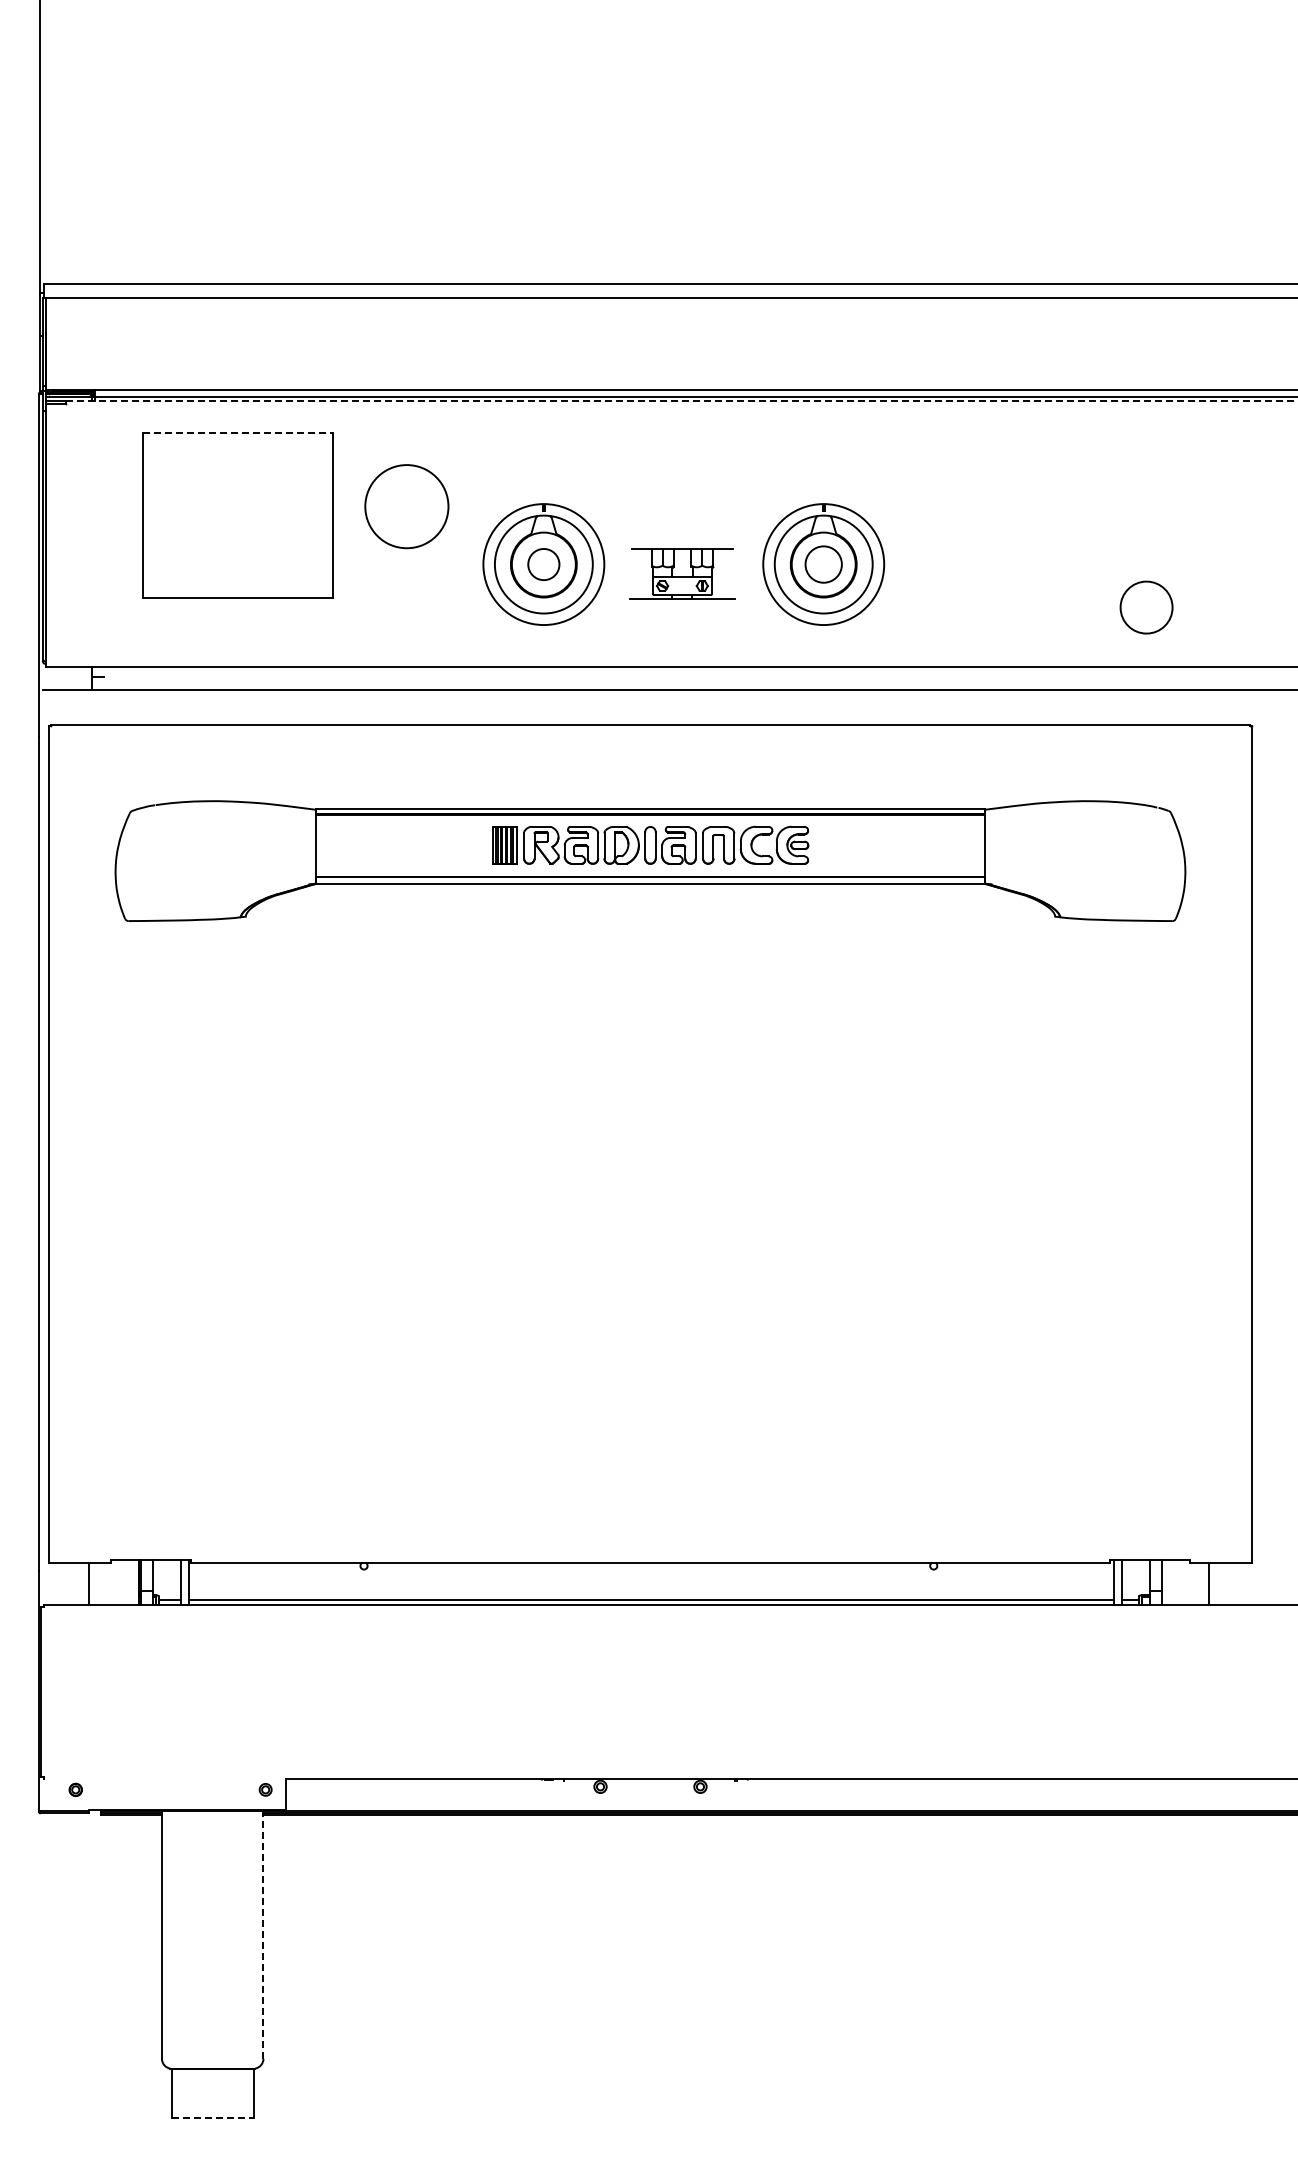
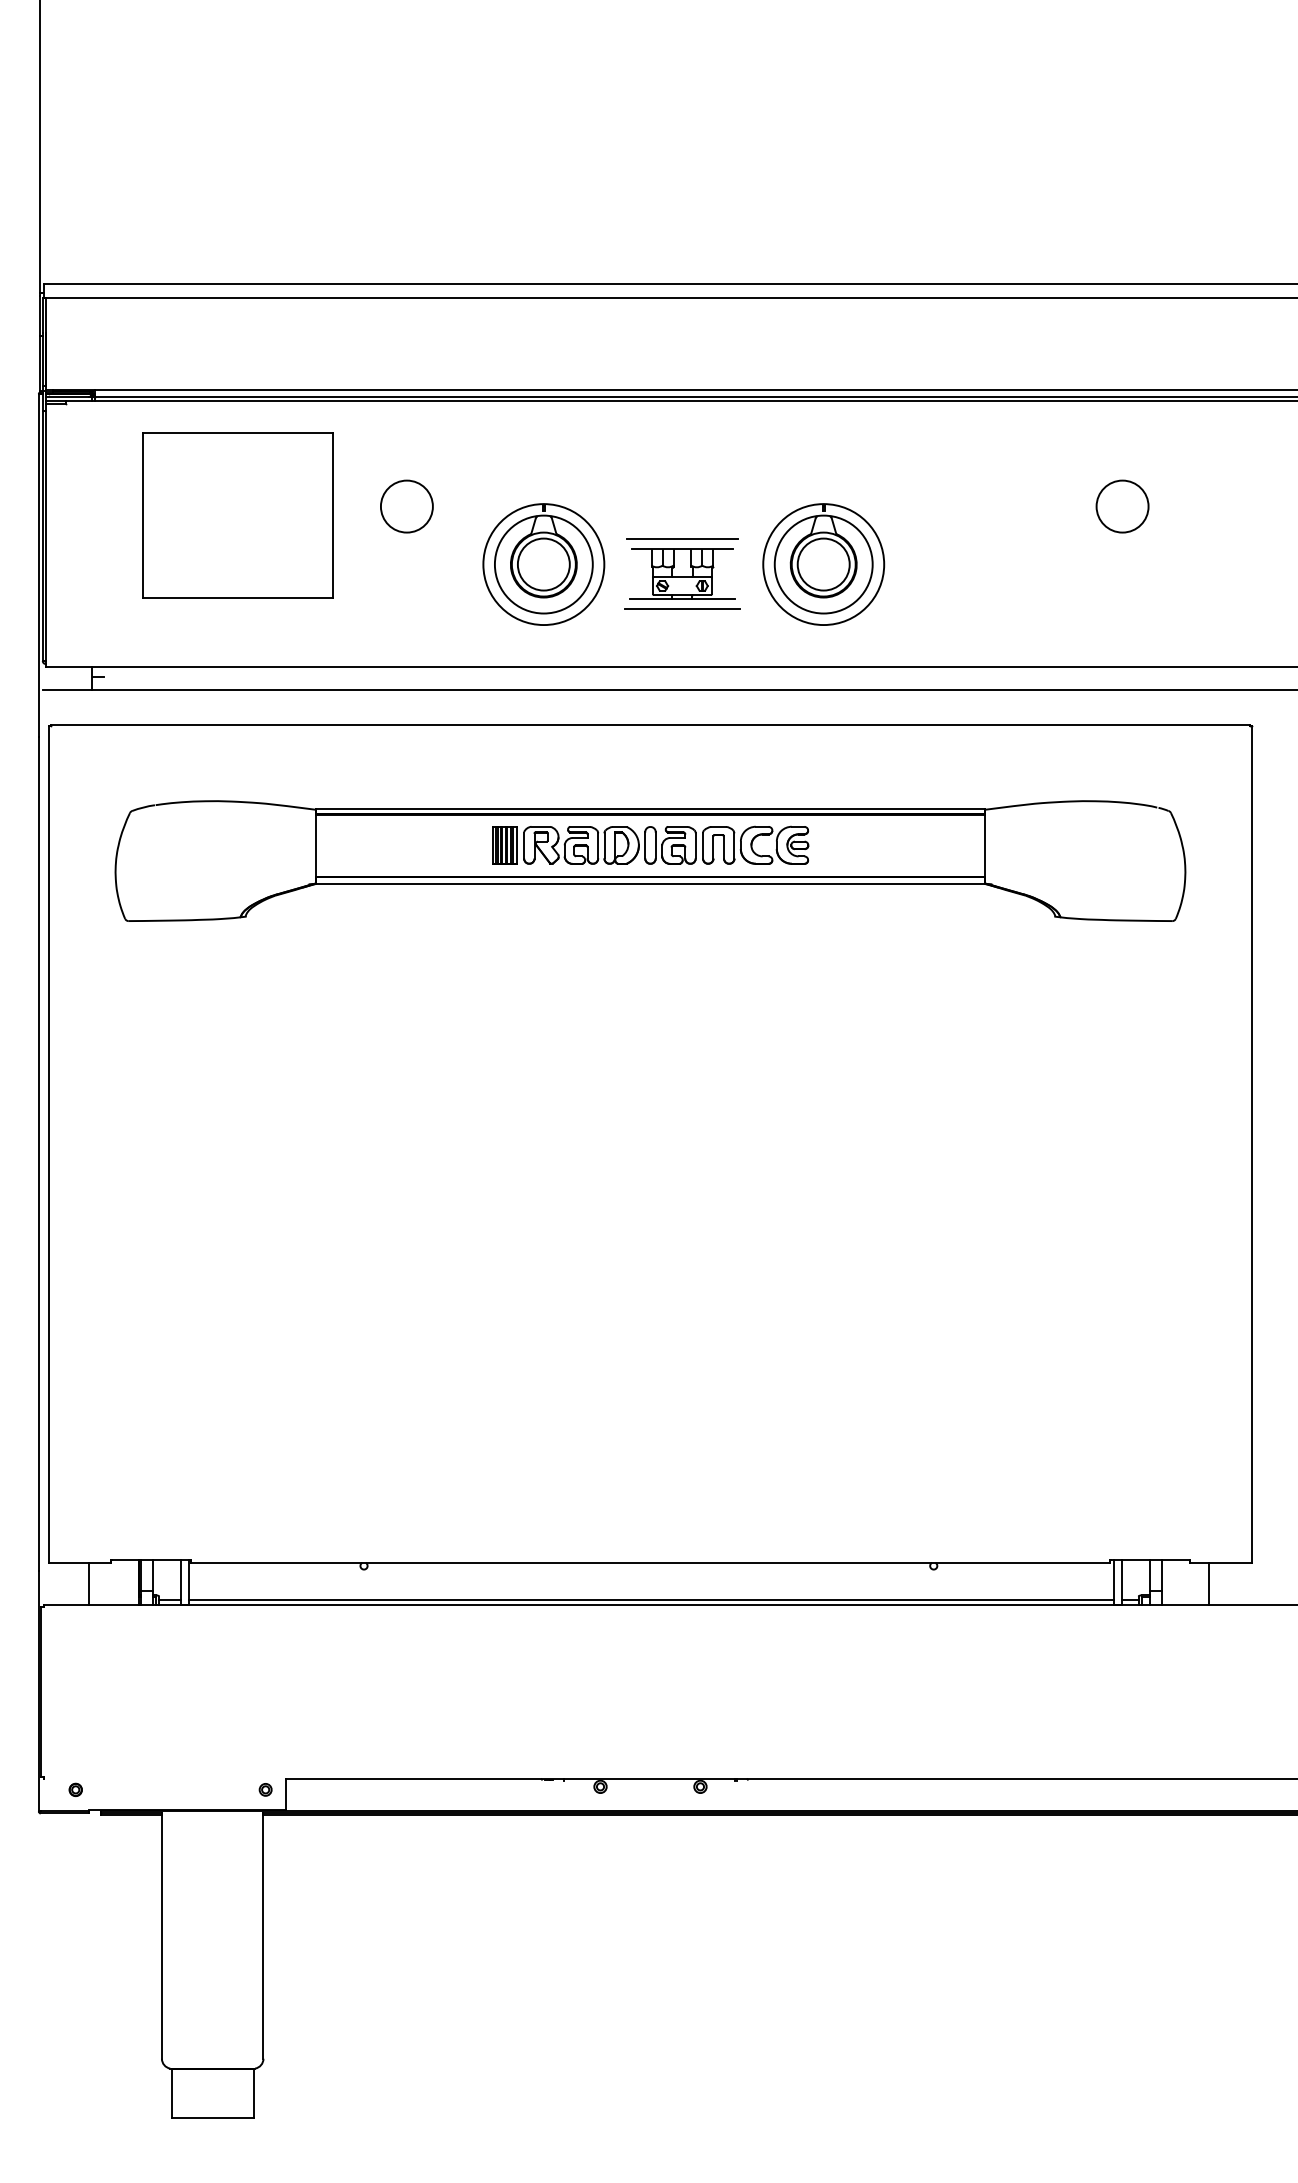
line at (681, 401): dashed -> solid
line at (238, 432): dashed -> solid
circle at (406, 506) size: 86x86 px -> 54x55 px
line at (681, 538): none -> present
circle at (543, 564) diameter: 31 px -> 52 px
circle at (823, 564) diameter: 36 px -> 52 px
circle at (1146, 607) position: (1146, 607) -> (1122, 506)
line at (682, 609): none -> present
line at (263, 1935): dashed -> solid
line at (212, 2117): dashed -> solid
